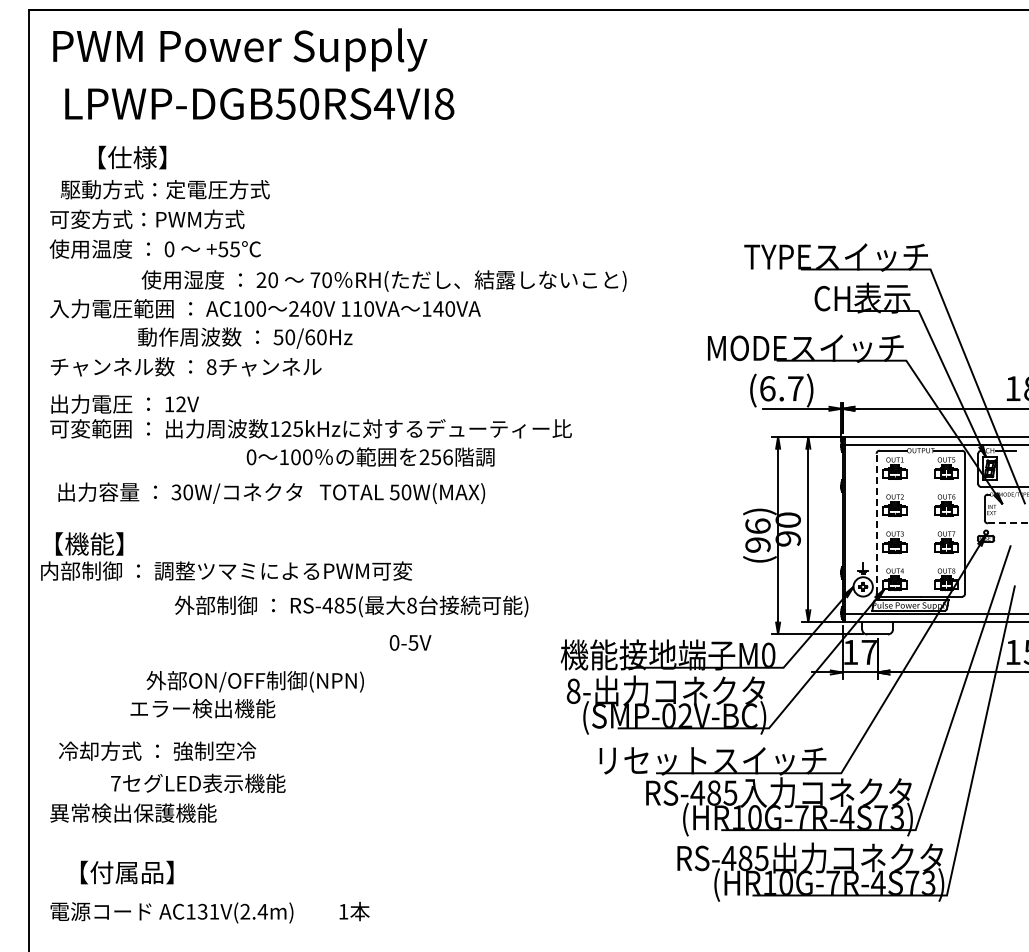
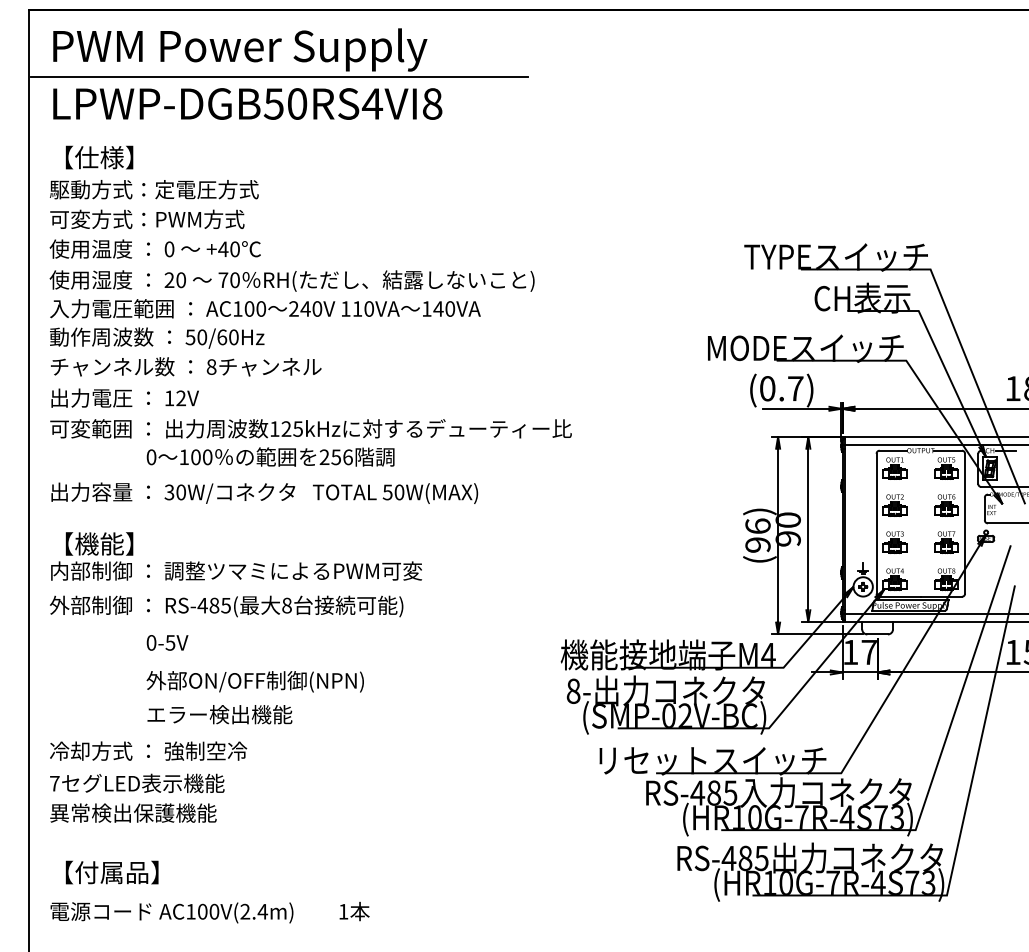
line at (279, 77): none -> present
text at (259, 103) position: (259, 103) -> (247, 103)
text at (132, 157) position: (132, 157) -> (99, 157)
text at (165, 189) position: (165, 189) -> (154, 189)
text at (228, 249): +55 -> +40
text at (383, 280) position: (383, 280) -> (291, 280)
text at (245, 337) position: (245, 337) -> (157, 337)
text at (767, 388): (6.7) -> (0.7)
text at (124, 403) position: (124, 403) -> (124, 397)
text at (370, 456) position: (370, 456) -> (270, 456)
text at (271, 492) position: (271, 492) -> (264, 492)
line at (876, 523): dashed -> solid
line at (1008, 523): dashed -> solid
text at (226, 556) position: (226, 556) -> (236, 556)
text at (351, 606) position: (351, 606) -> (226, 606)
text at (410, 642) position: (410, 642) -> (167, 642)
text at (768, 654): M0 -> M4
text at (202, 708) position: (202, 708) -> (219, 714)
text at (157, 750) position: (157, 750) -> (148, 750)
text at (198, 783) position: (198, 783) -> (137, 783)
text at (126, 872) position: (126, 872) -> (111, 872)
text at (208, 911): AC131V(2.4m) -> AC100V(2.4m)
